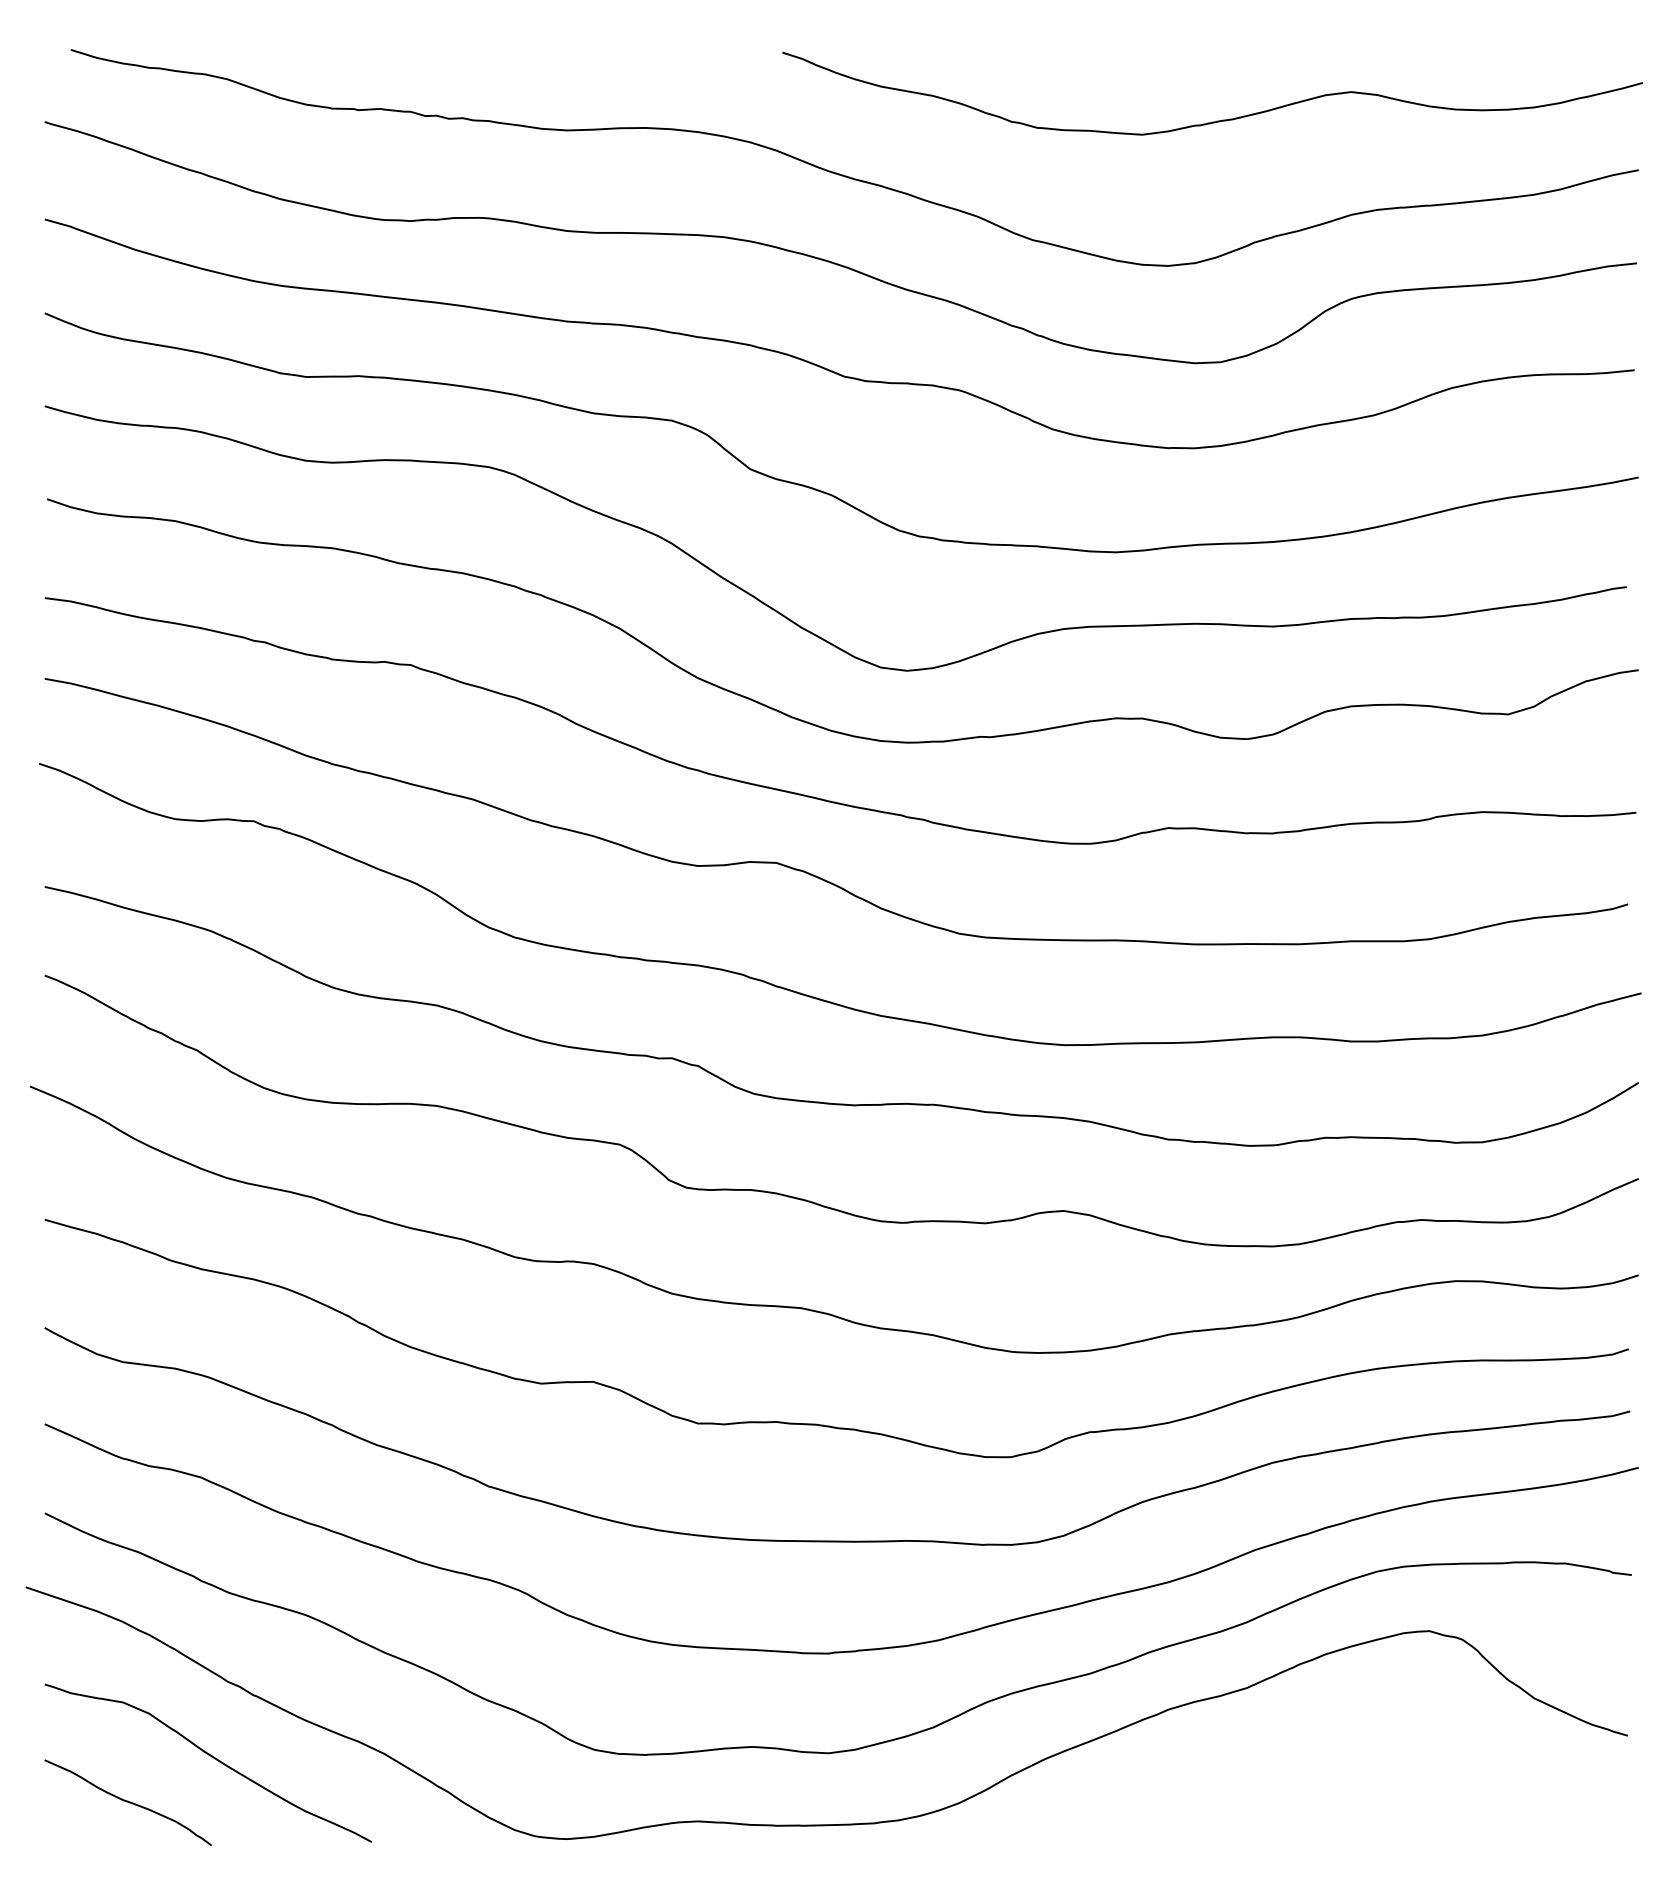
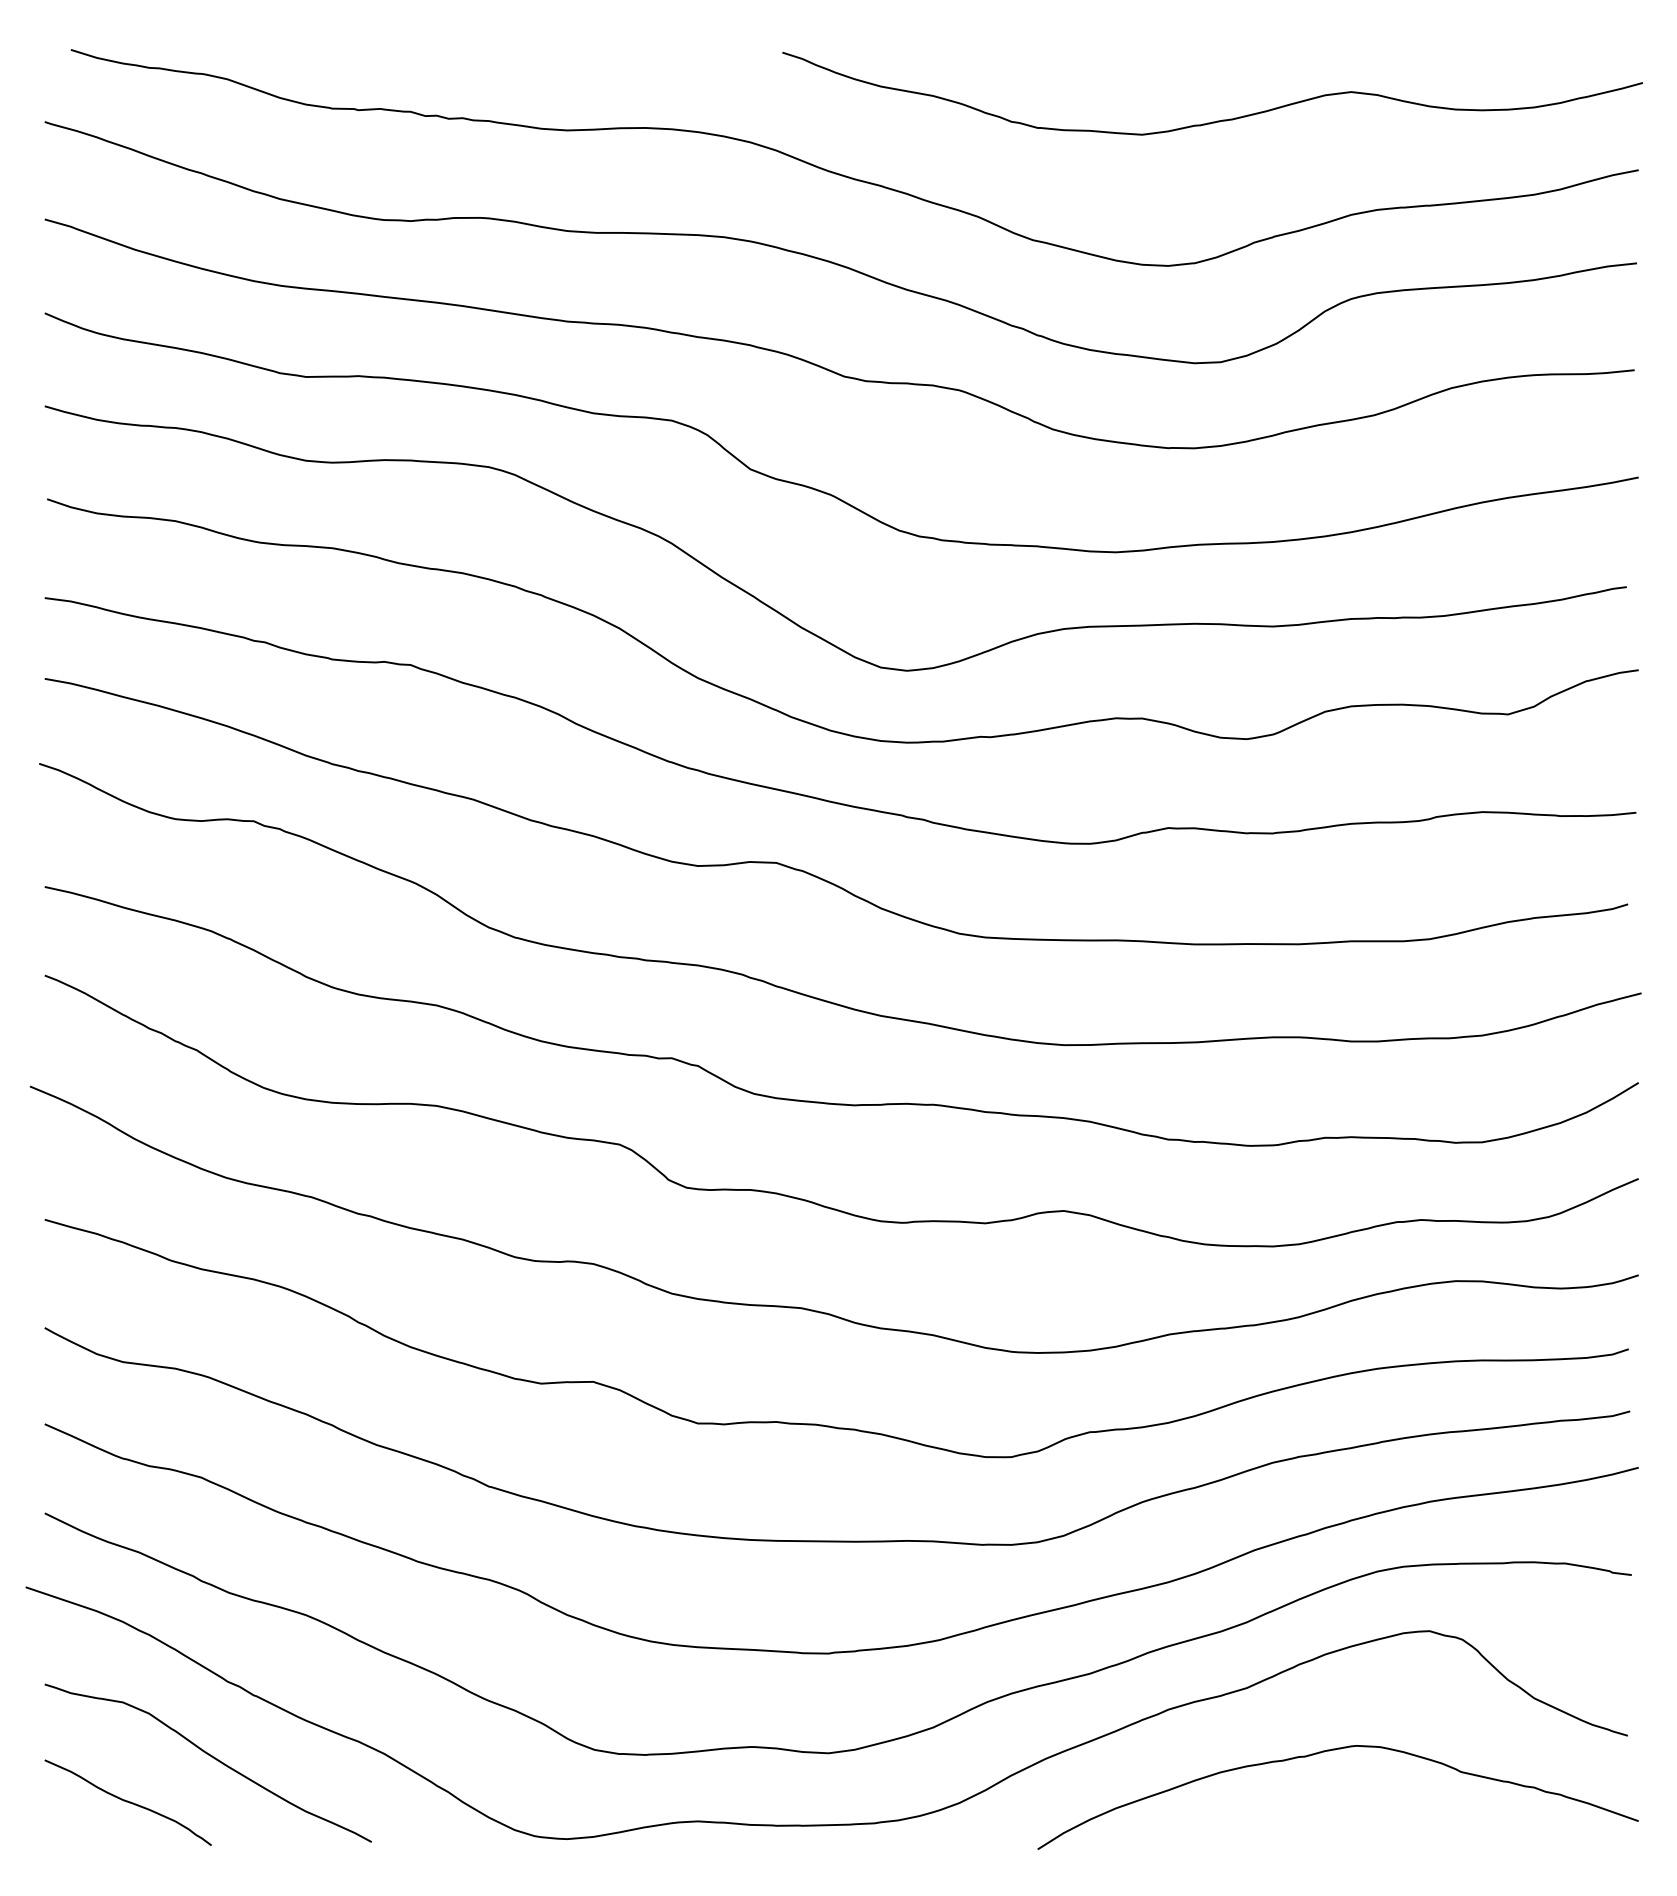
curve at (1329, 1751): none -> present
